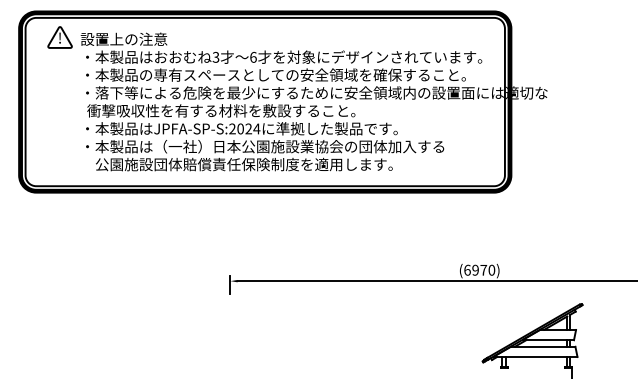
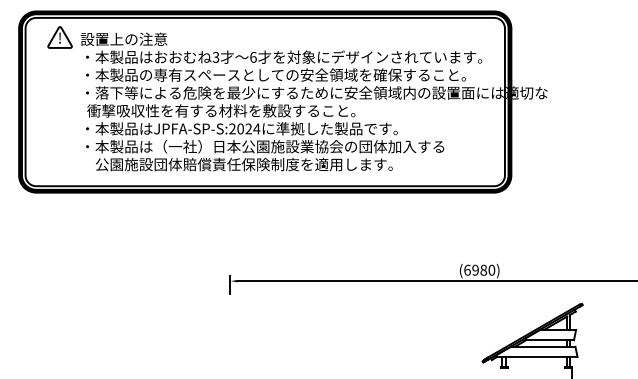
text at (483, 269): (6970) -> (6980)
